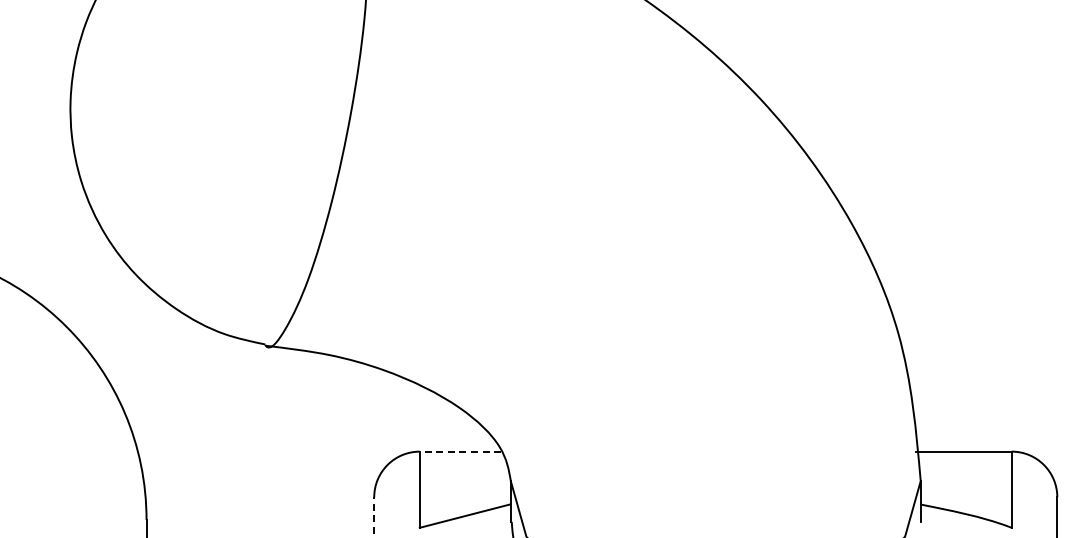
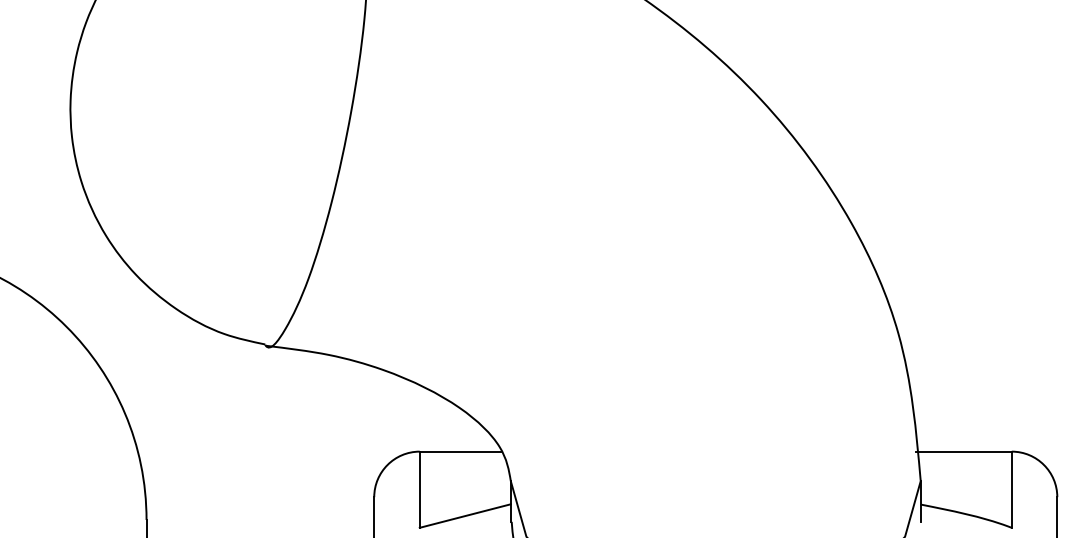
line at (460, 451): dashed -> solid
line at (374, 516): dashed -> solid
